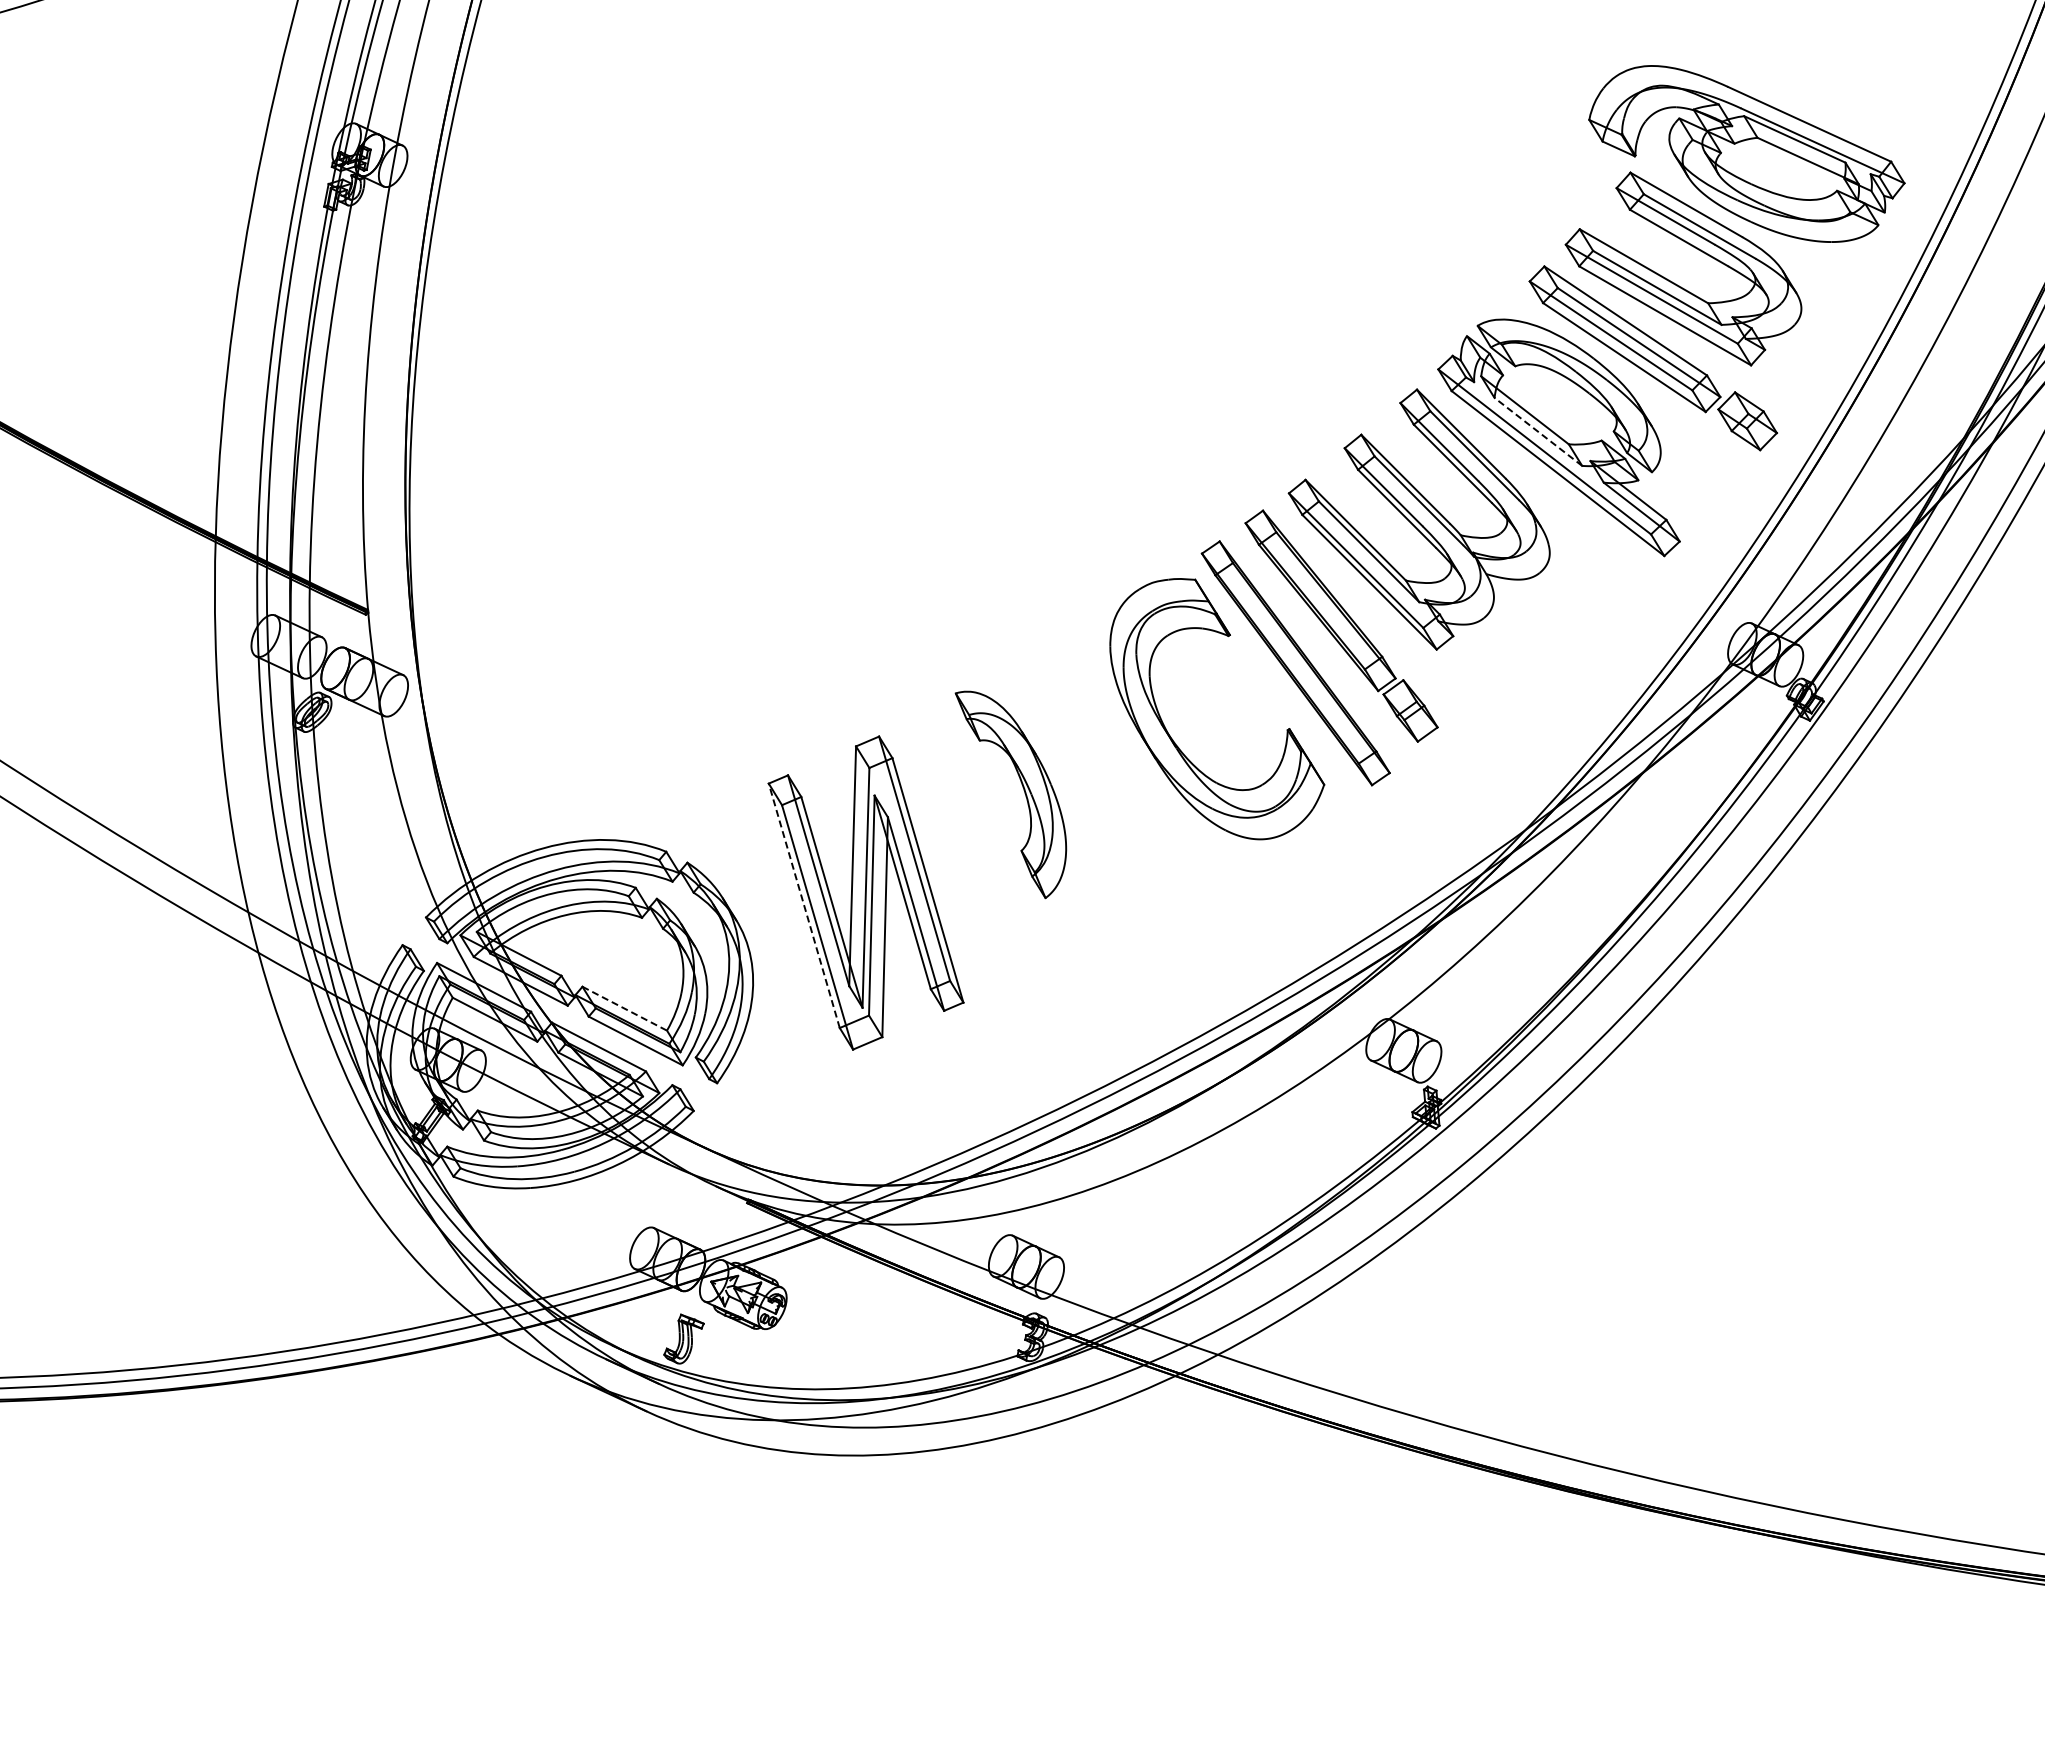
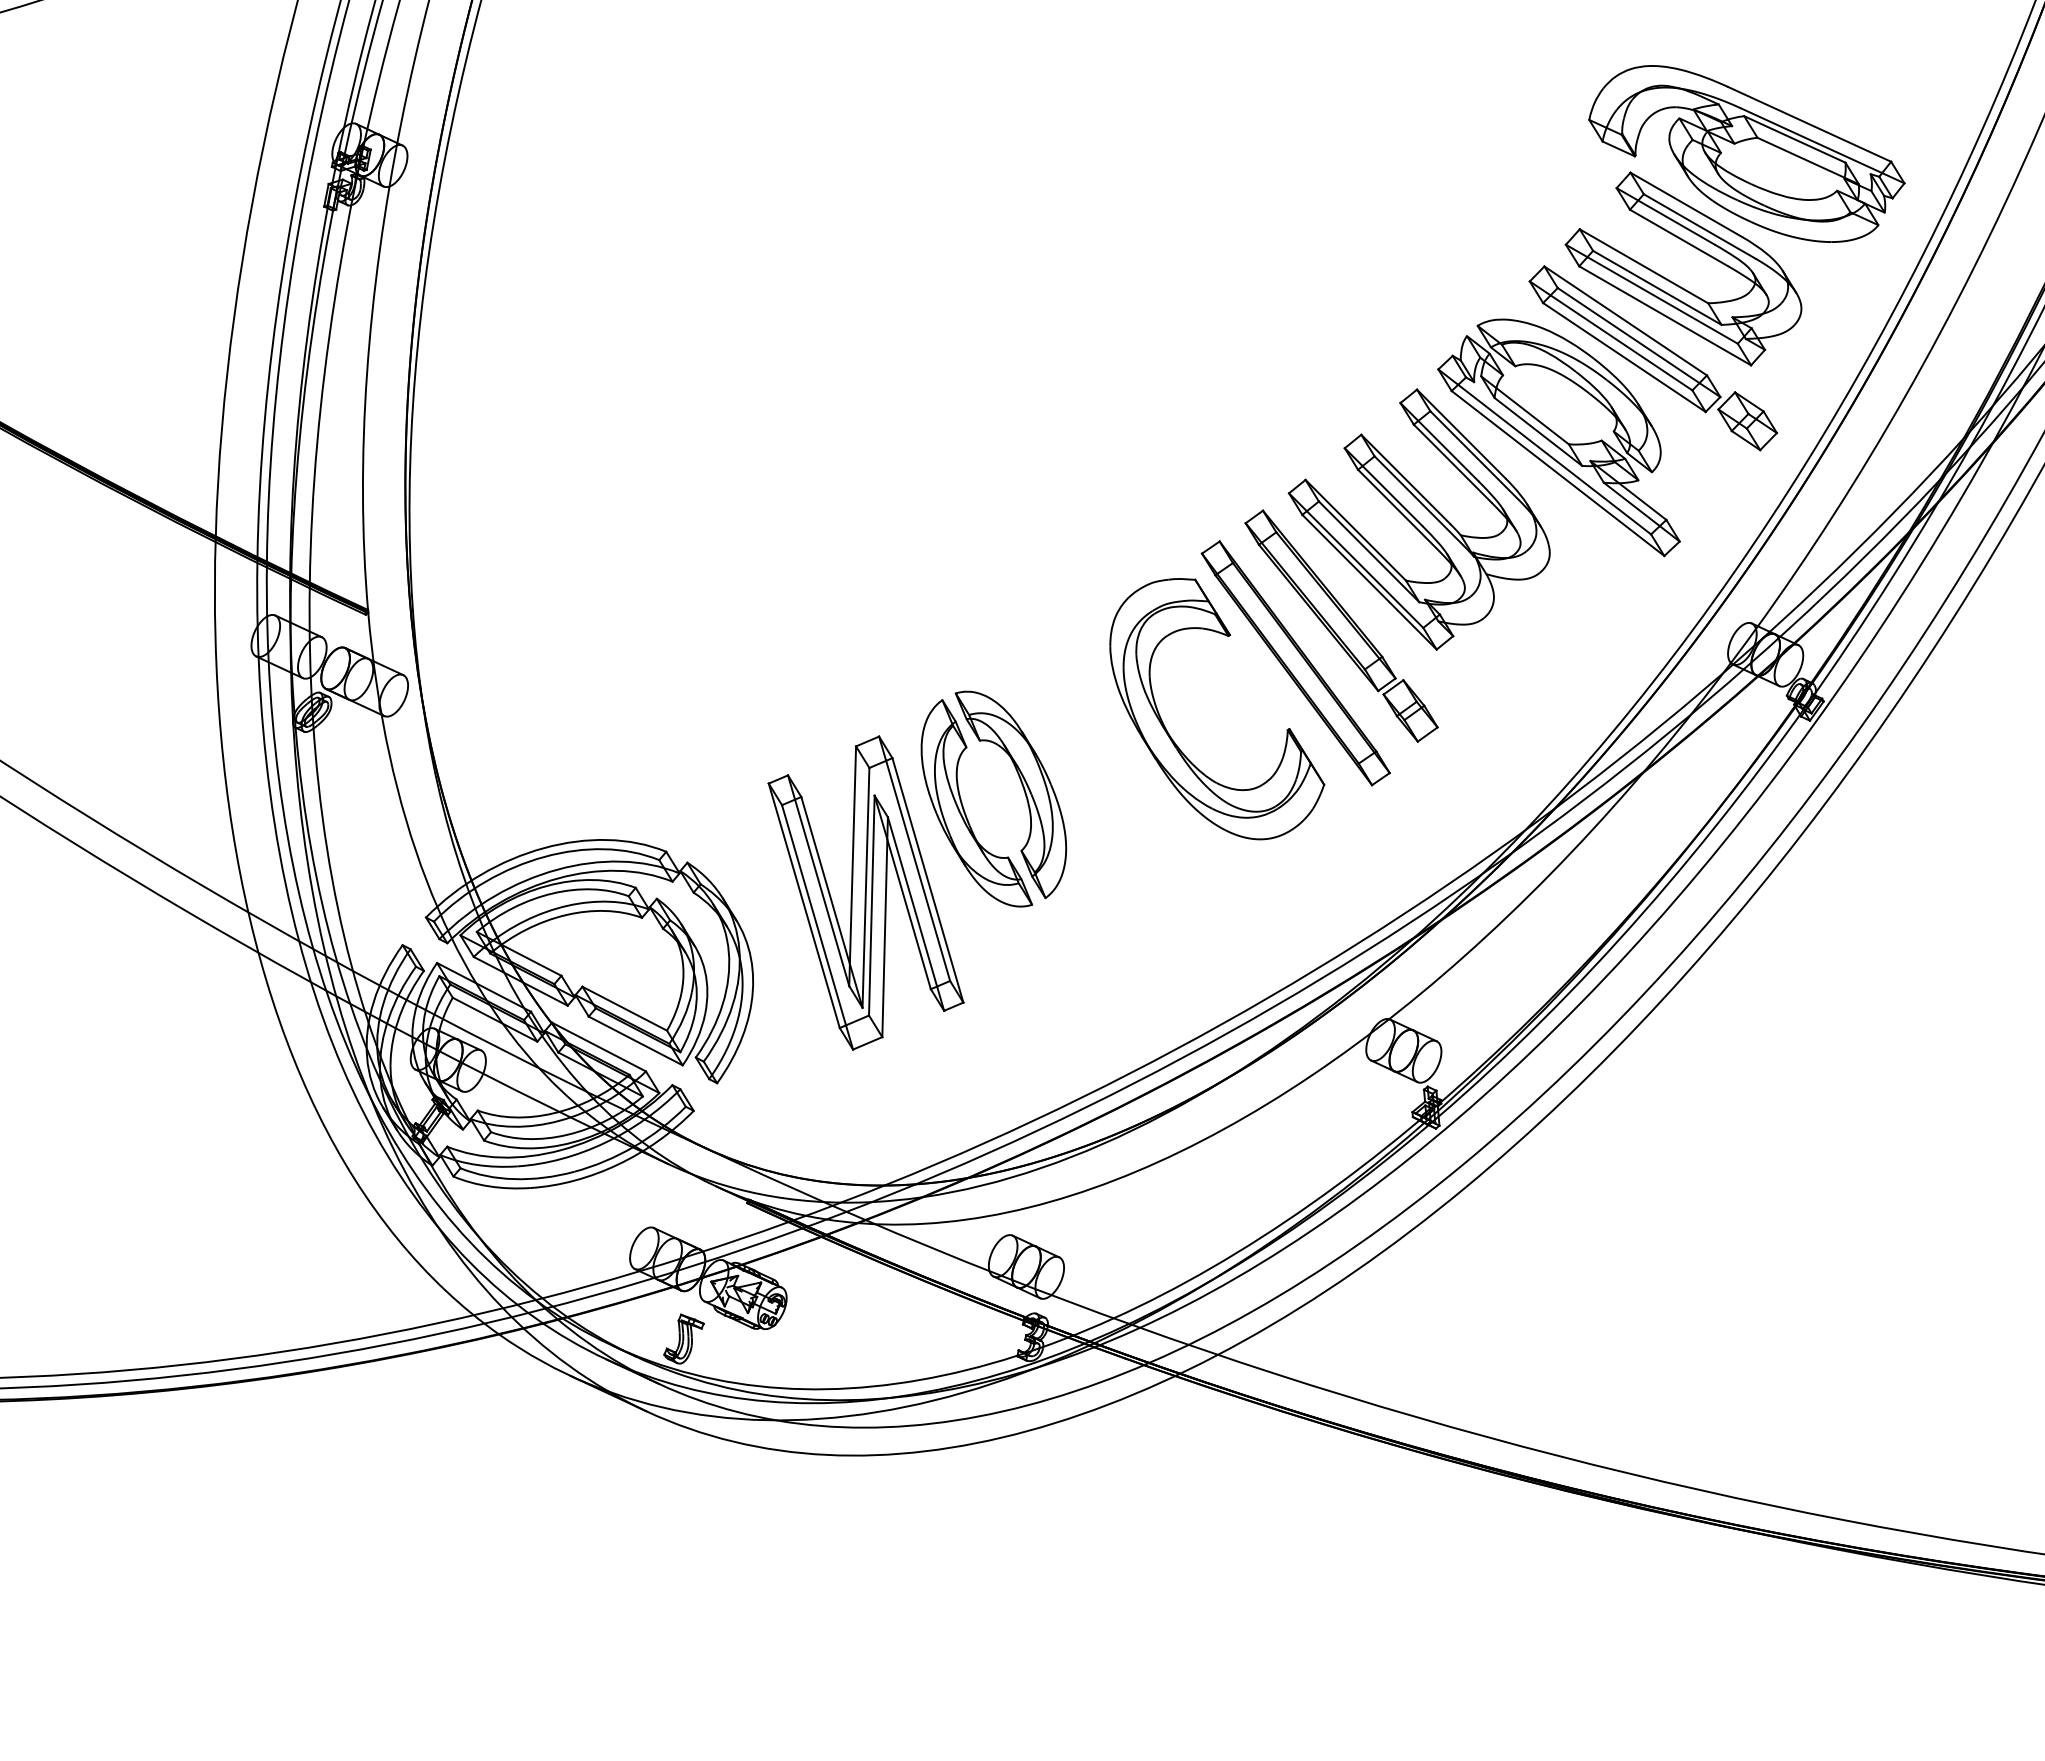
line at (1537, 431): dashed -> solid
part at (964, 808): none -> present
line at (804, 905): dashed -> solid
line at (624, 1008): dashed -> solid
